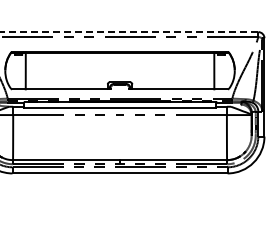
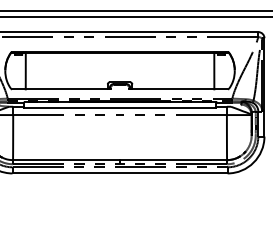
line at (135, 10): none -> present
line at (135, 16): none -> present
line at (129, 32): dashed -> solid
